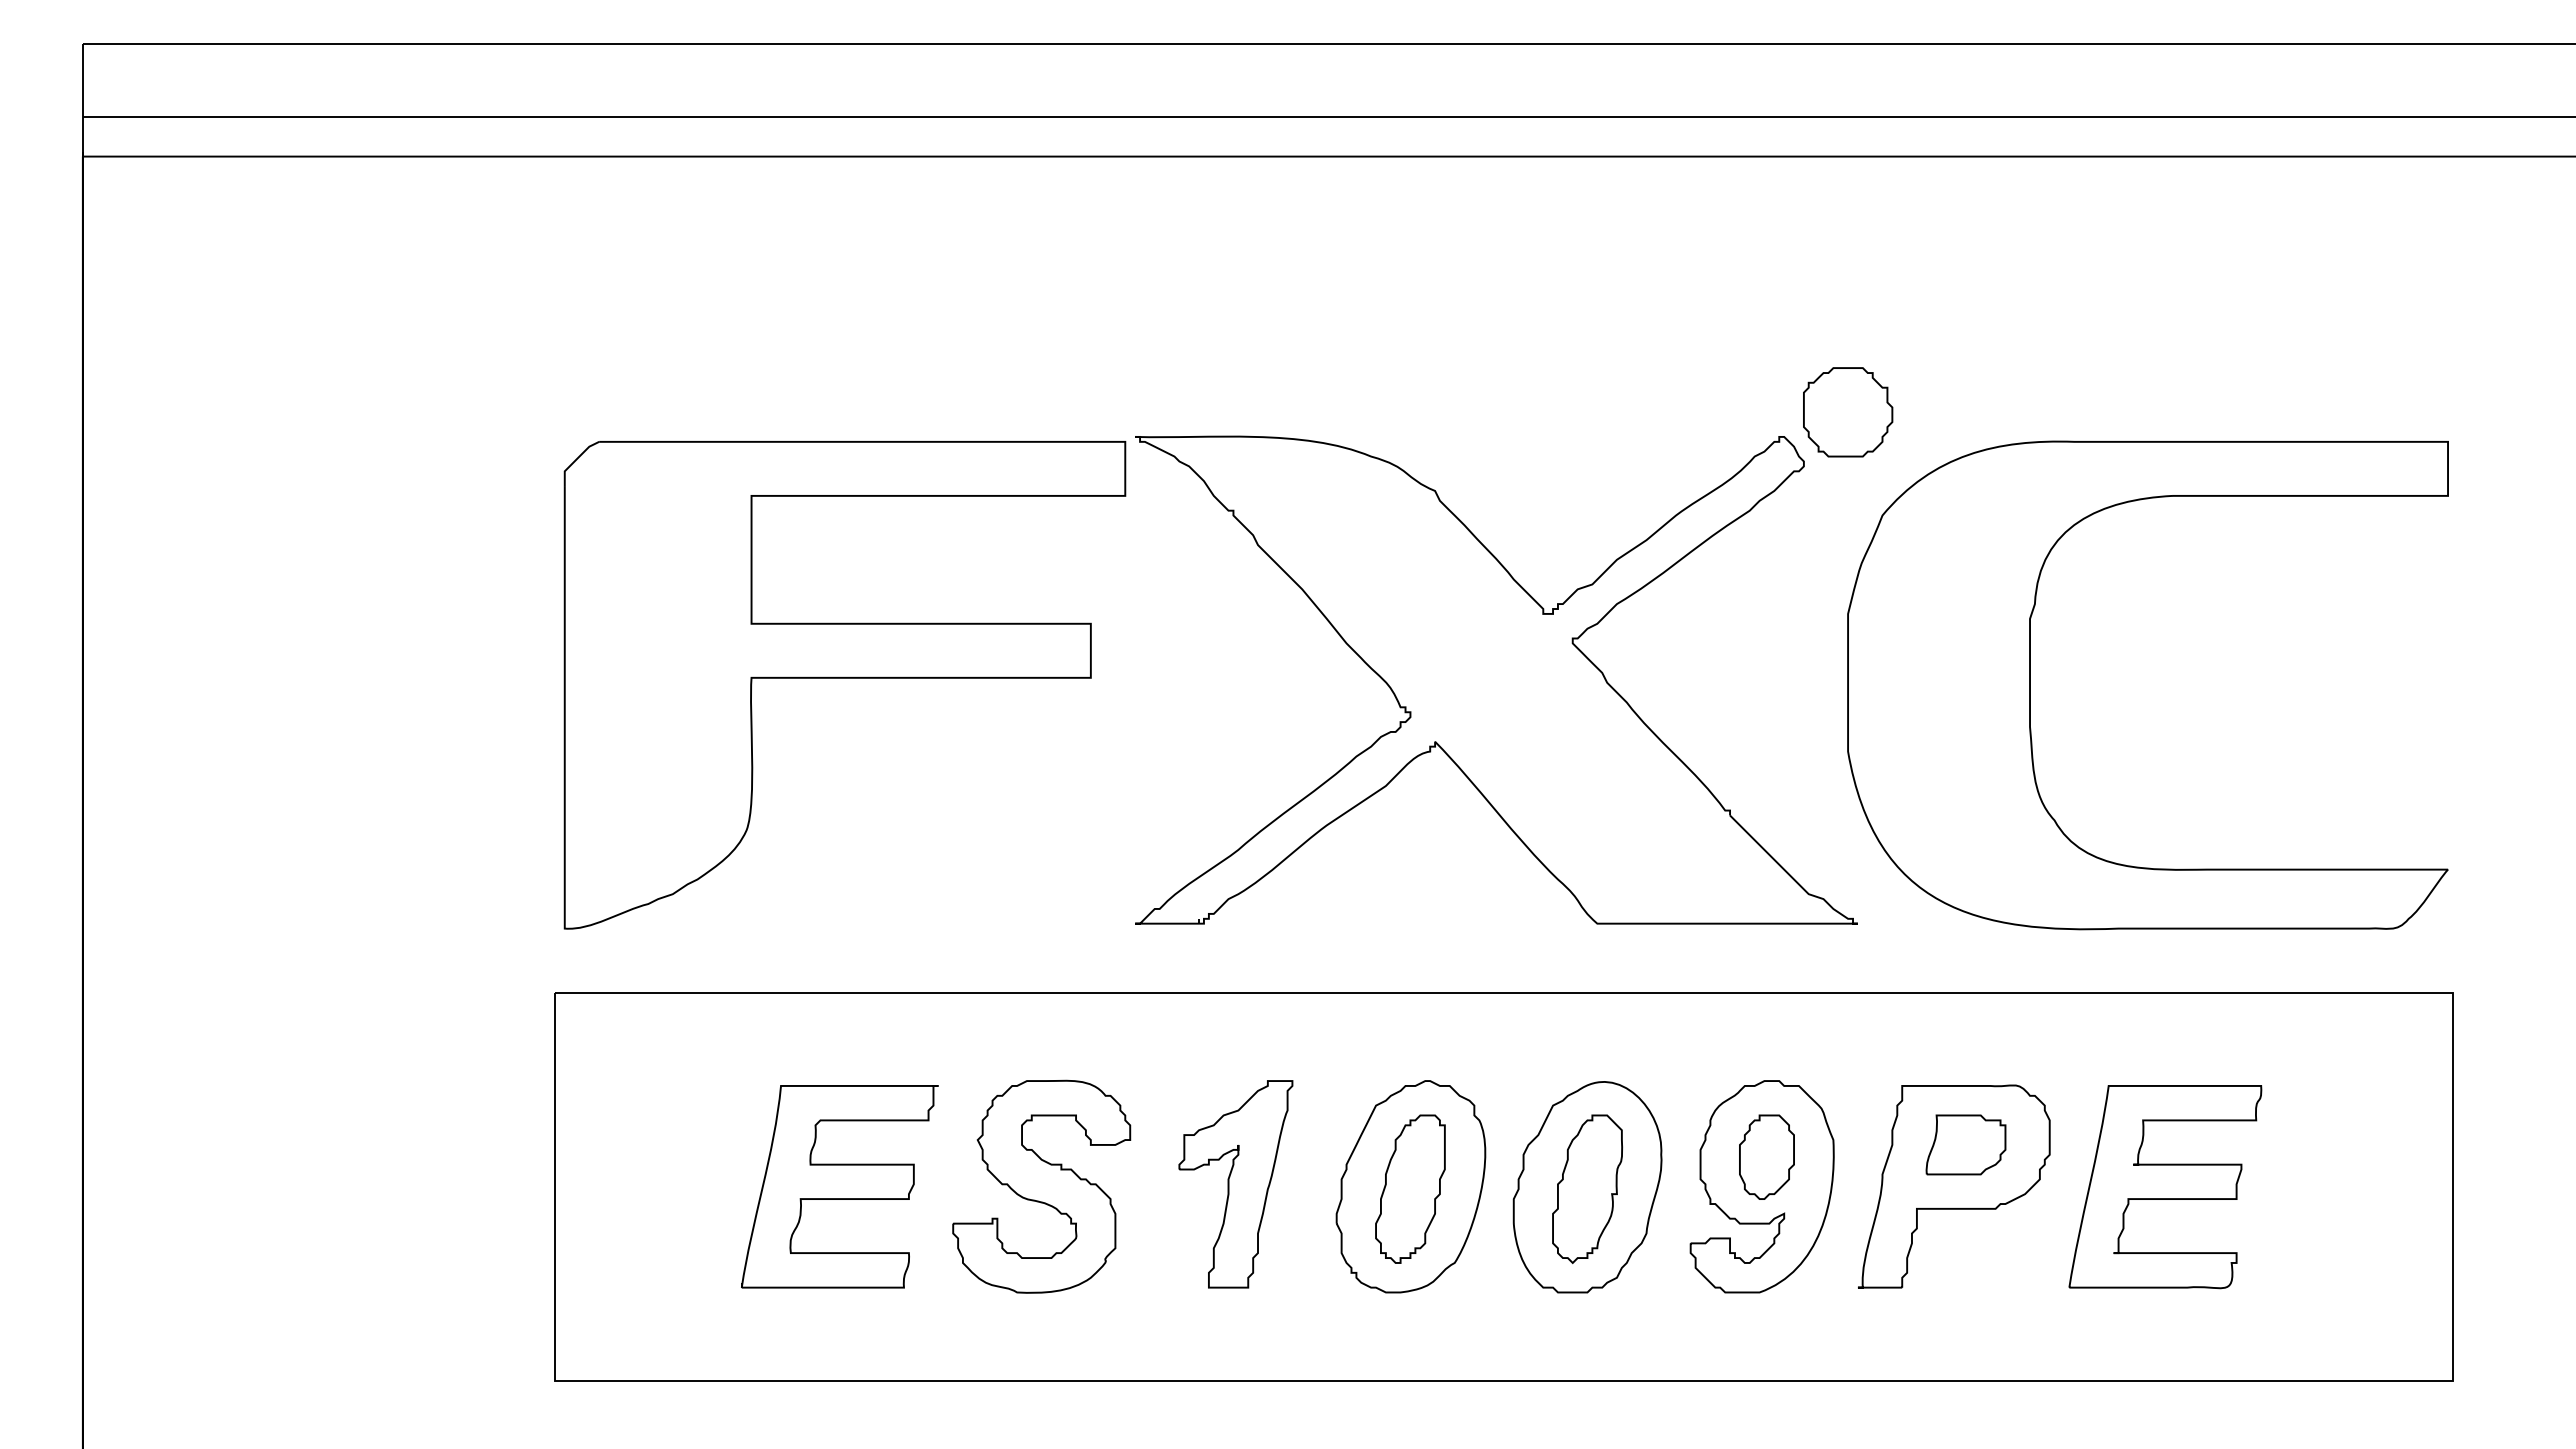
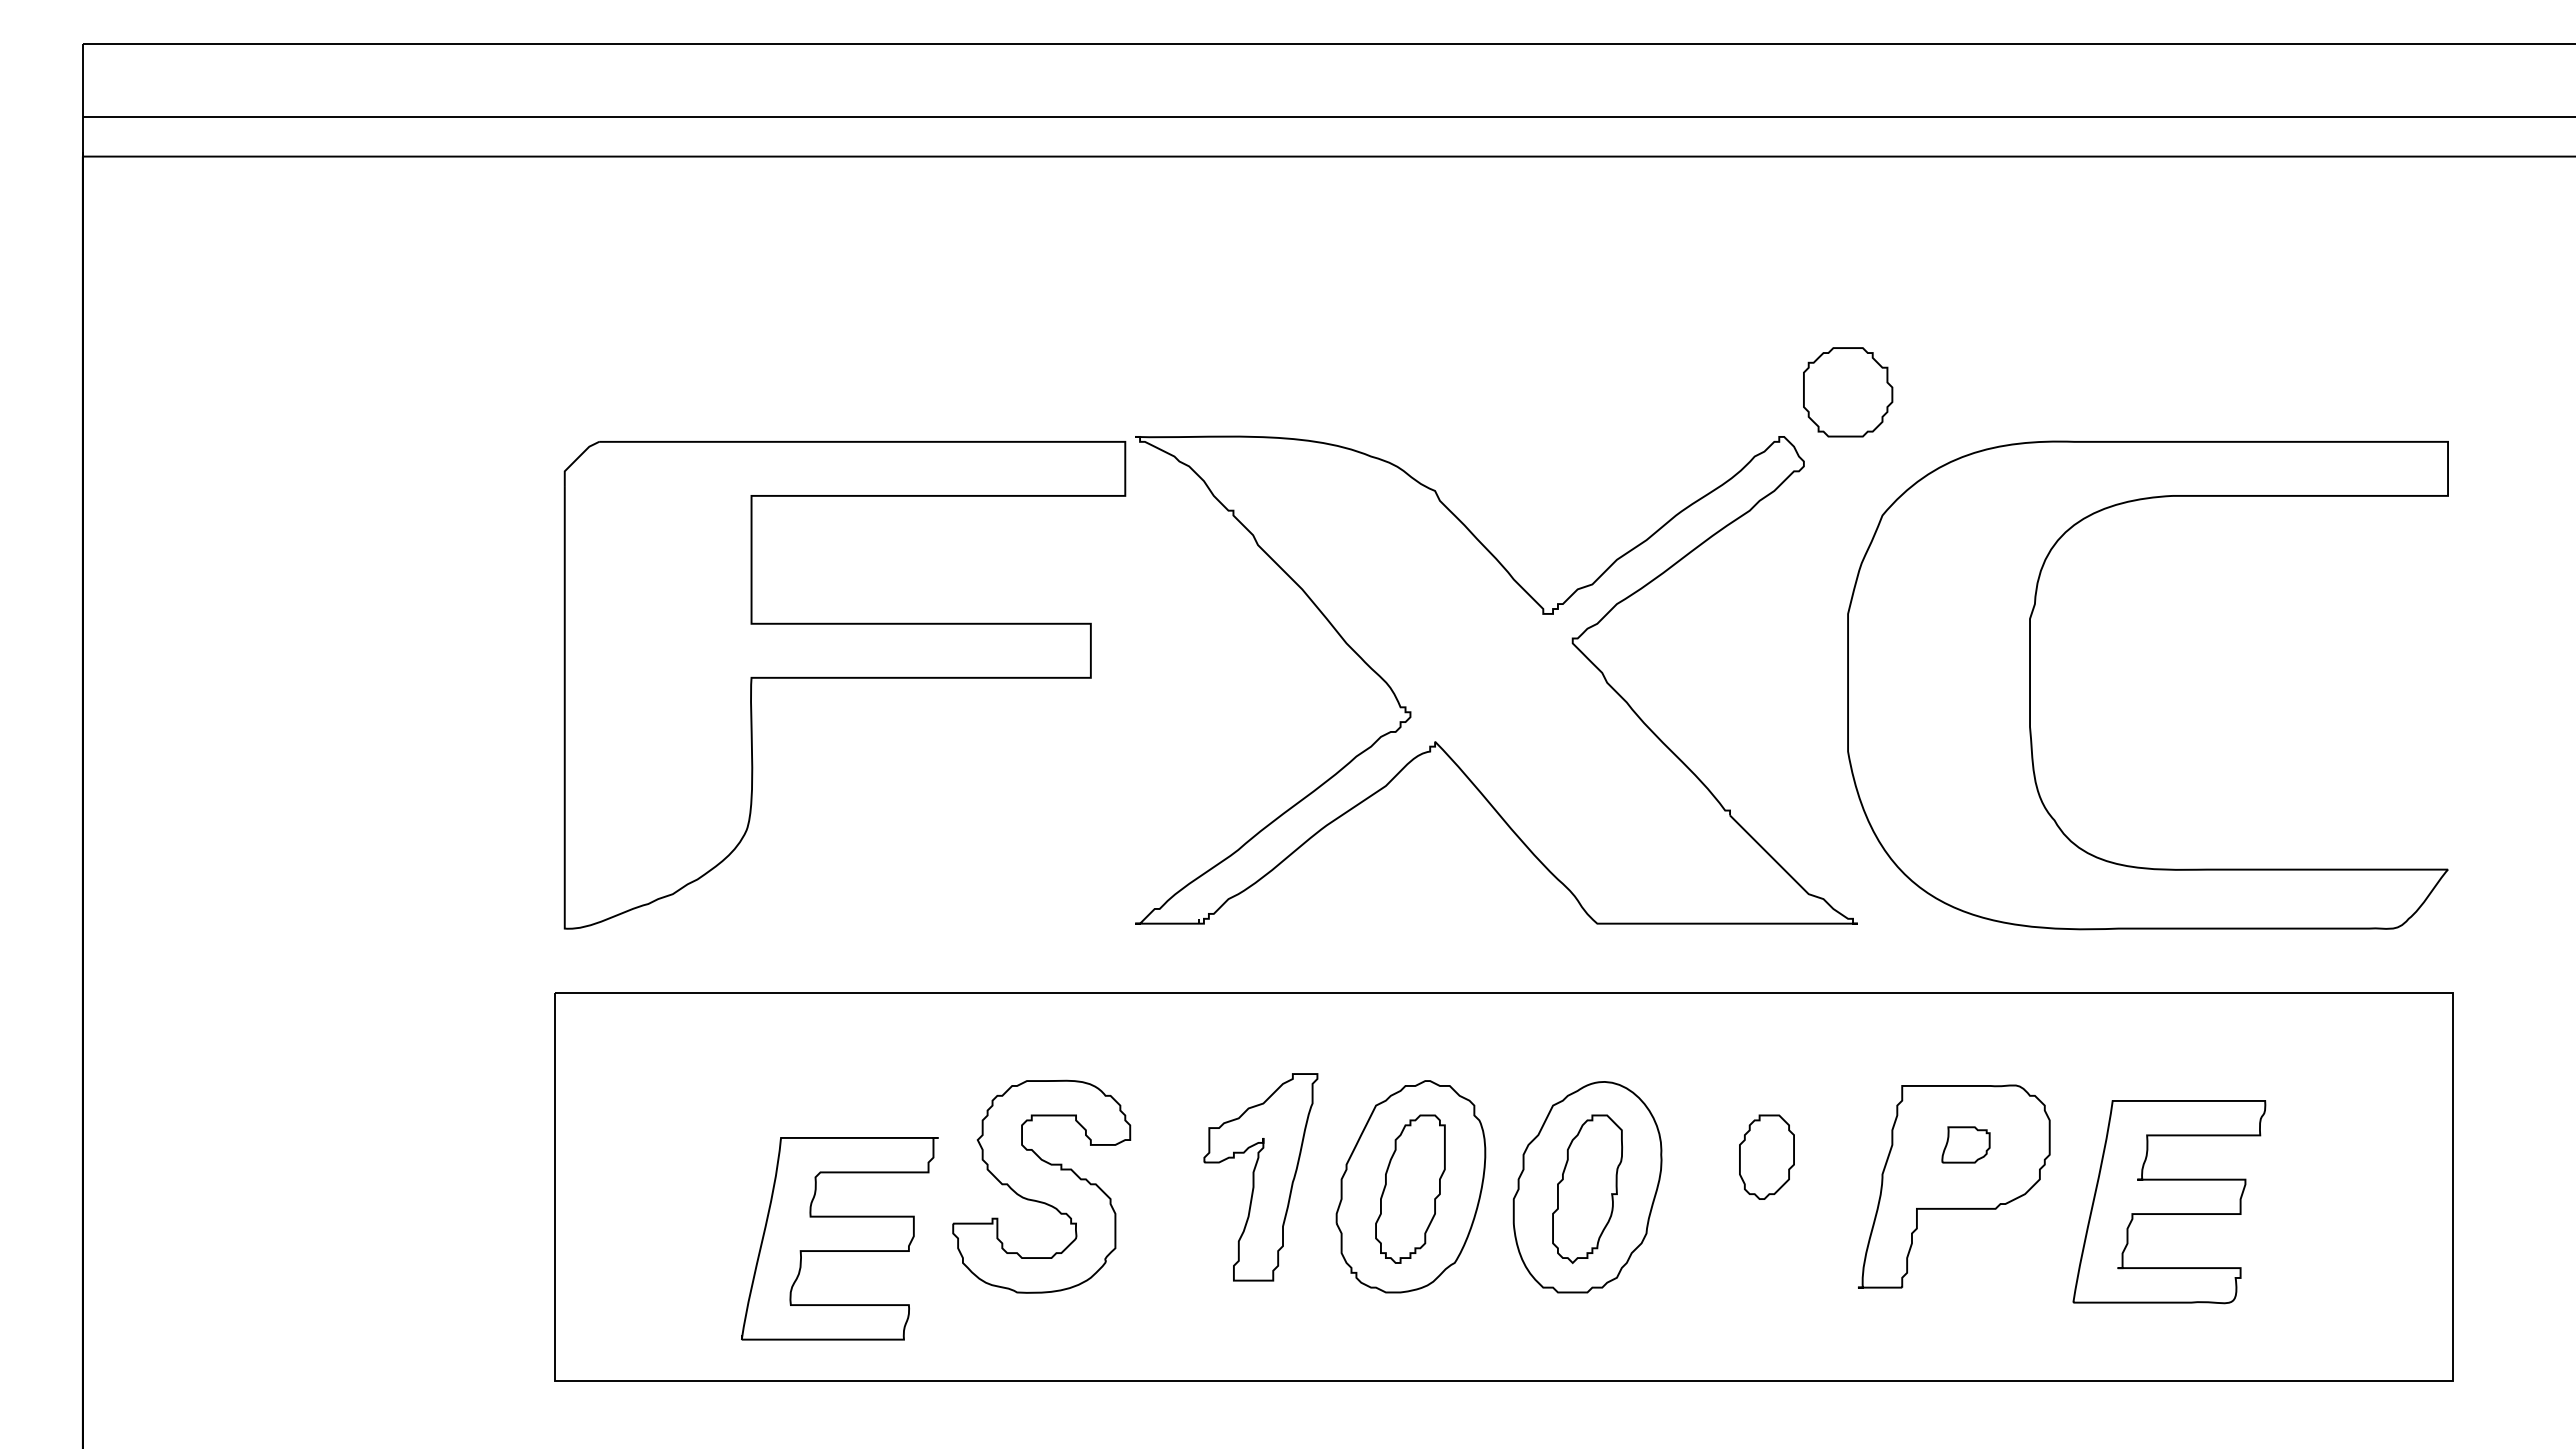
part at (1848, 412) position: (1848, 412) -> (1848, 392)
part at (1965, 1144) size: 82x62 px -> 50x38 px
part at (1235, 1184) position: (1235, 1184) -> (1260, 1177)
part at (839, 1186) position: (839, 1186) -> (839, 1238)
part at (1761, 1186): present -> none
part at (2165, 1187) position: (2165, 1187) -> (2169, 1202)
